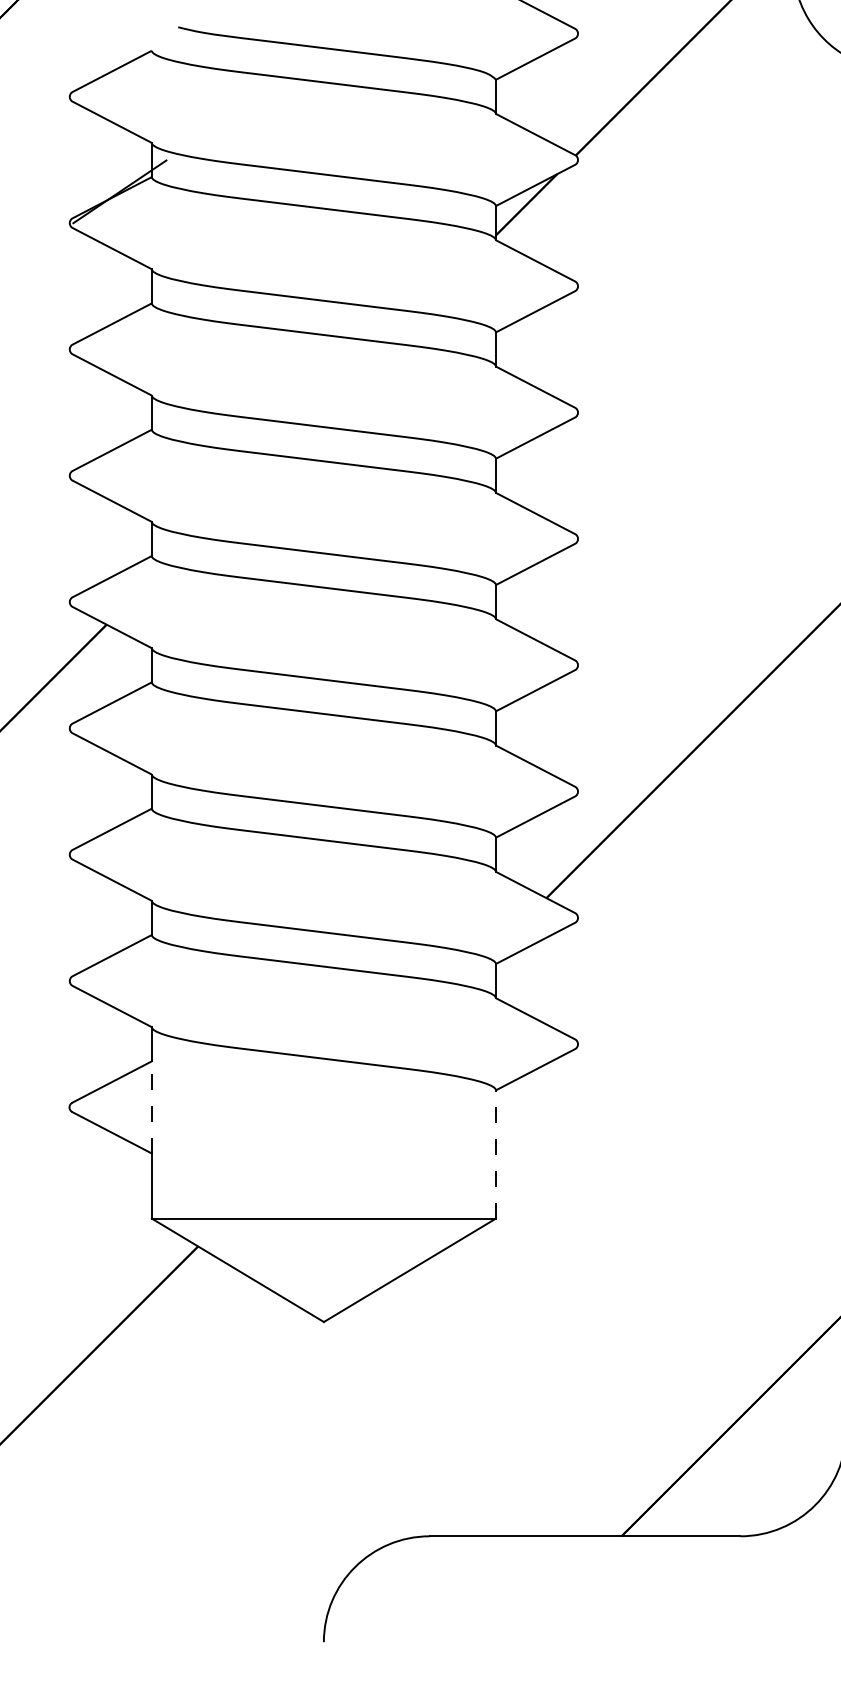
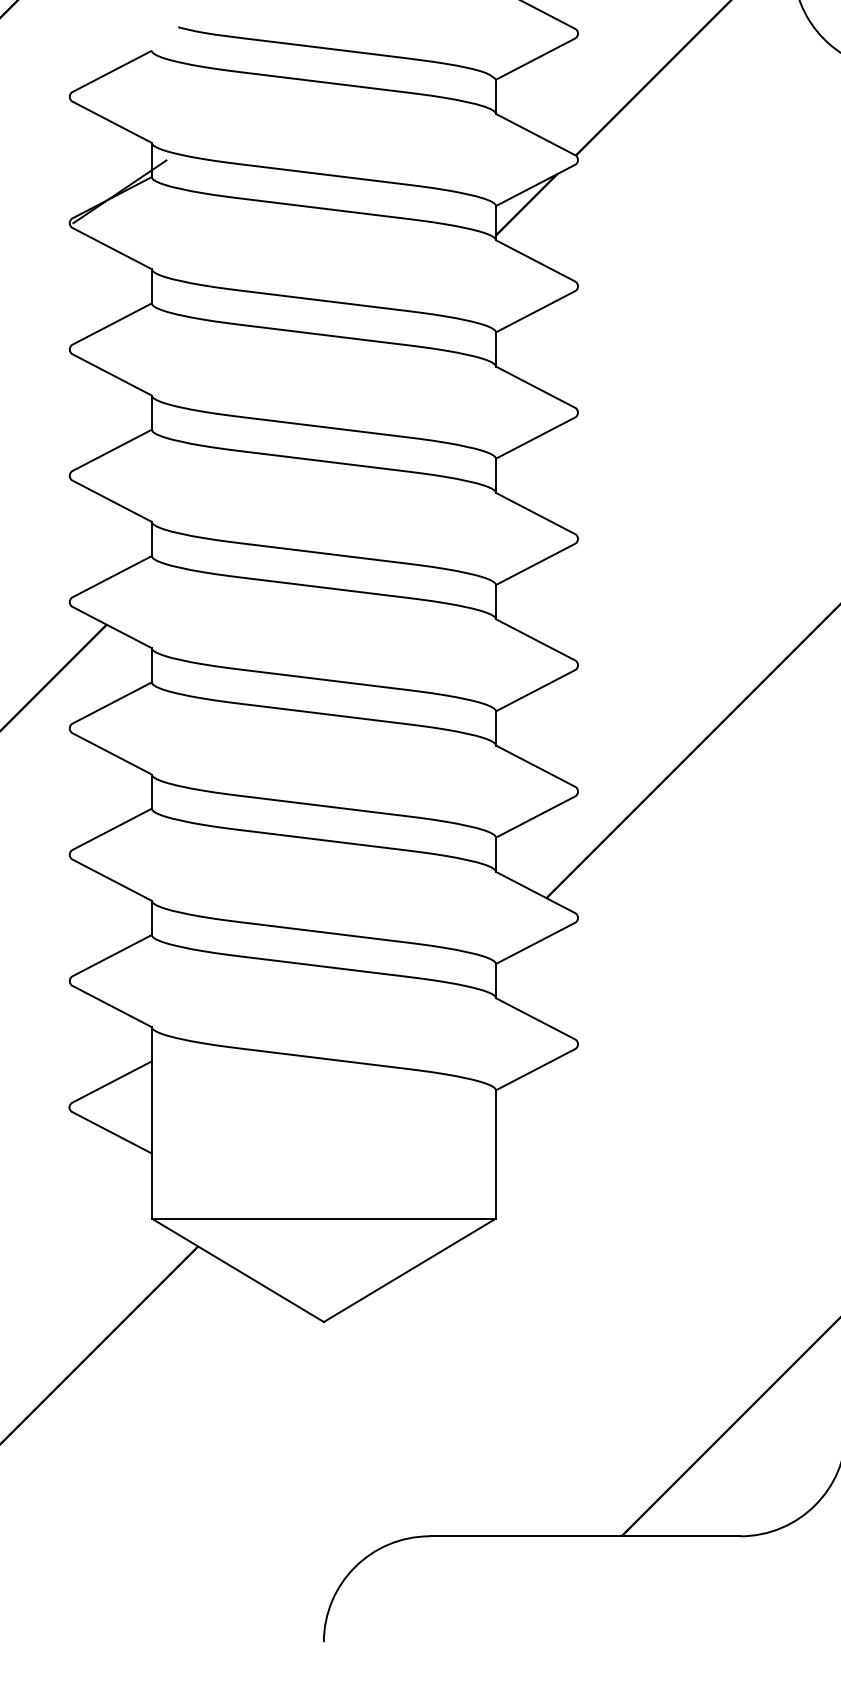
line at (151, 1106): dashed -> solid
line at (495, 1153): dashed -> solid
